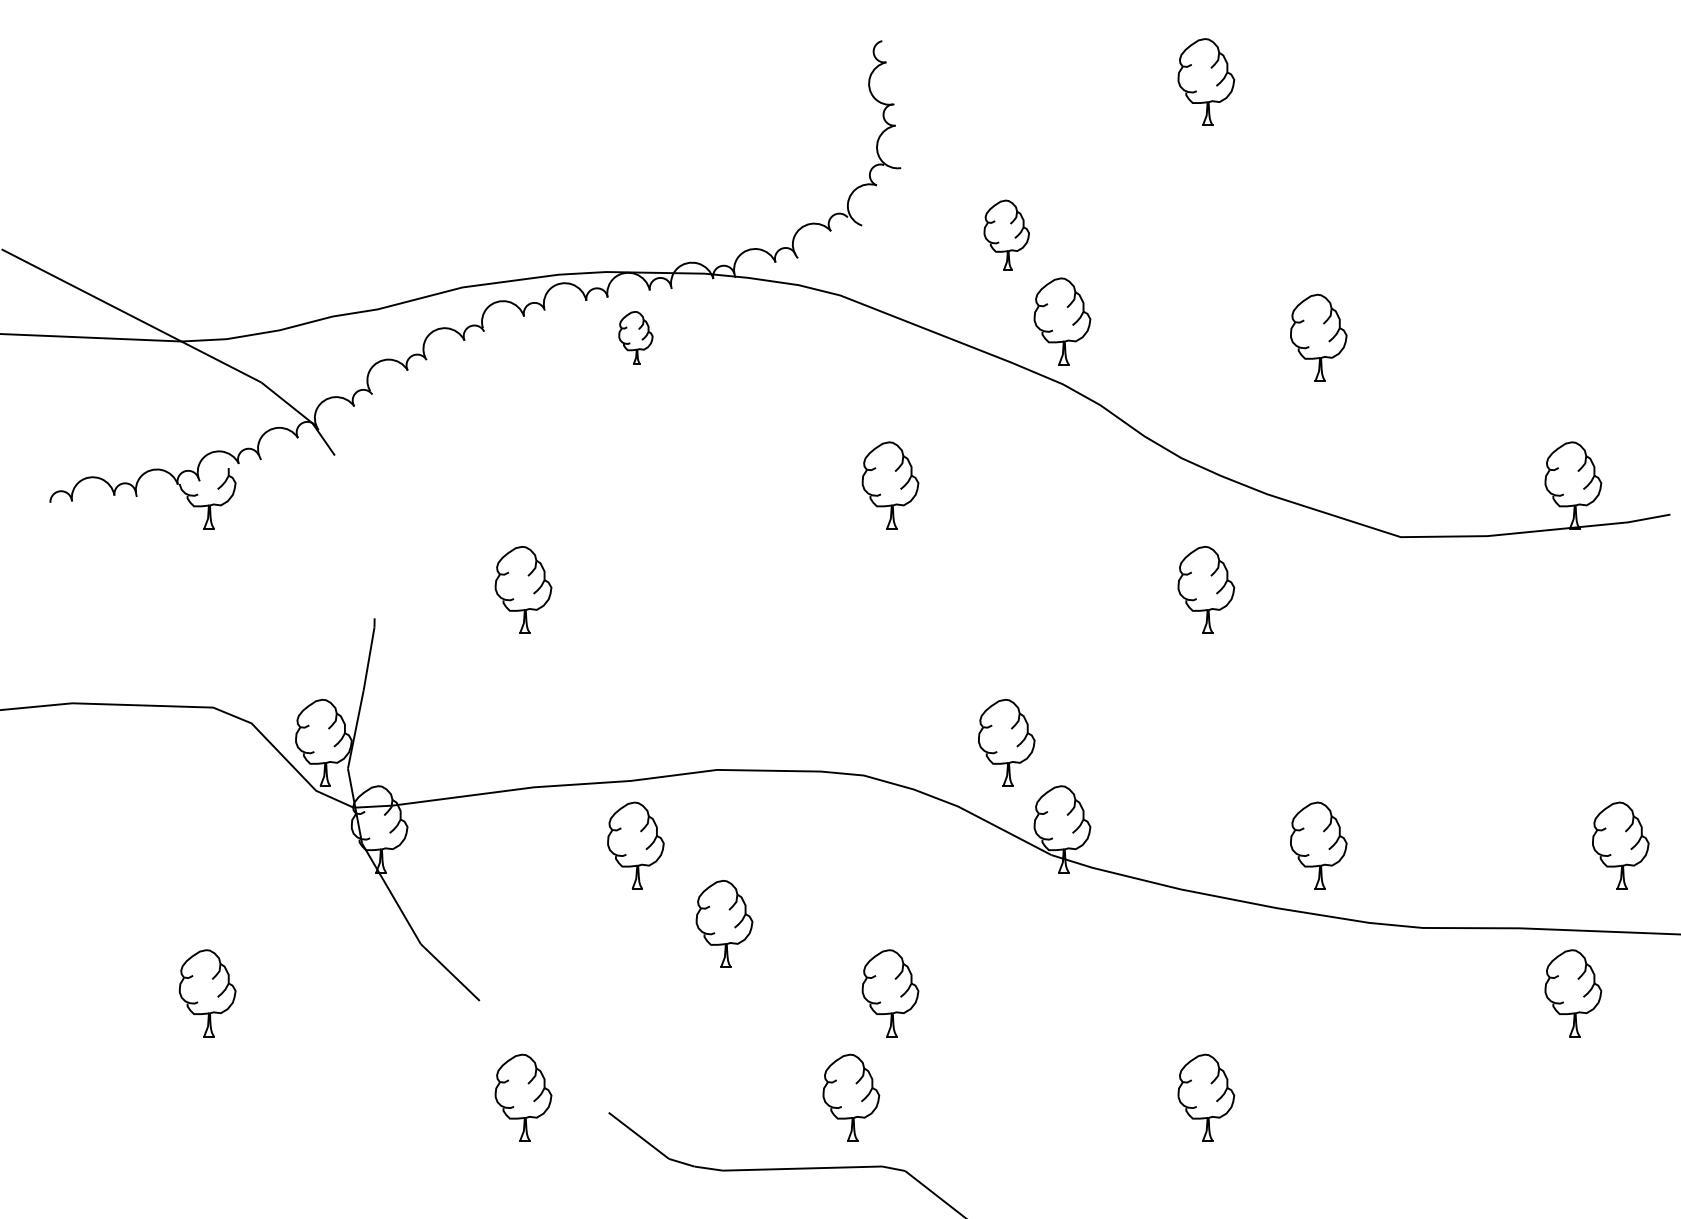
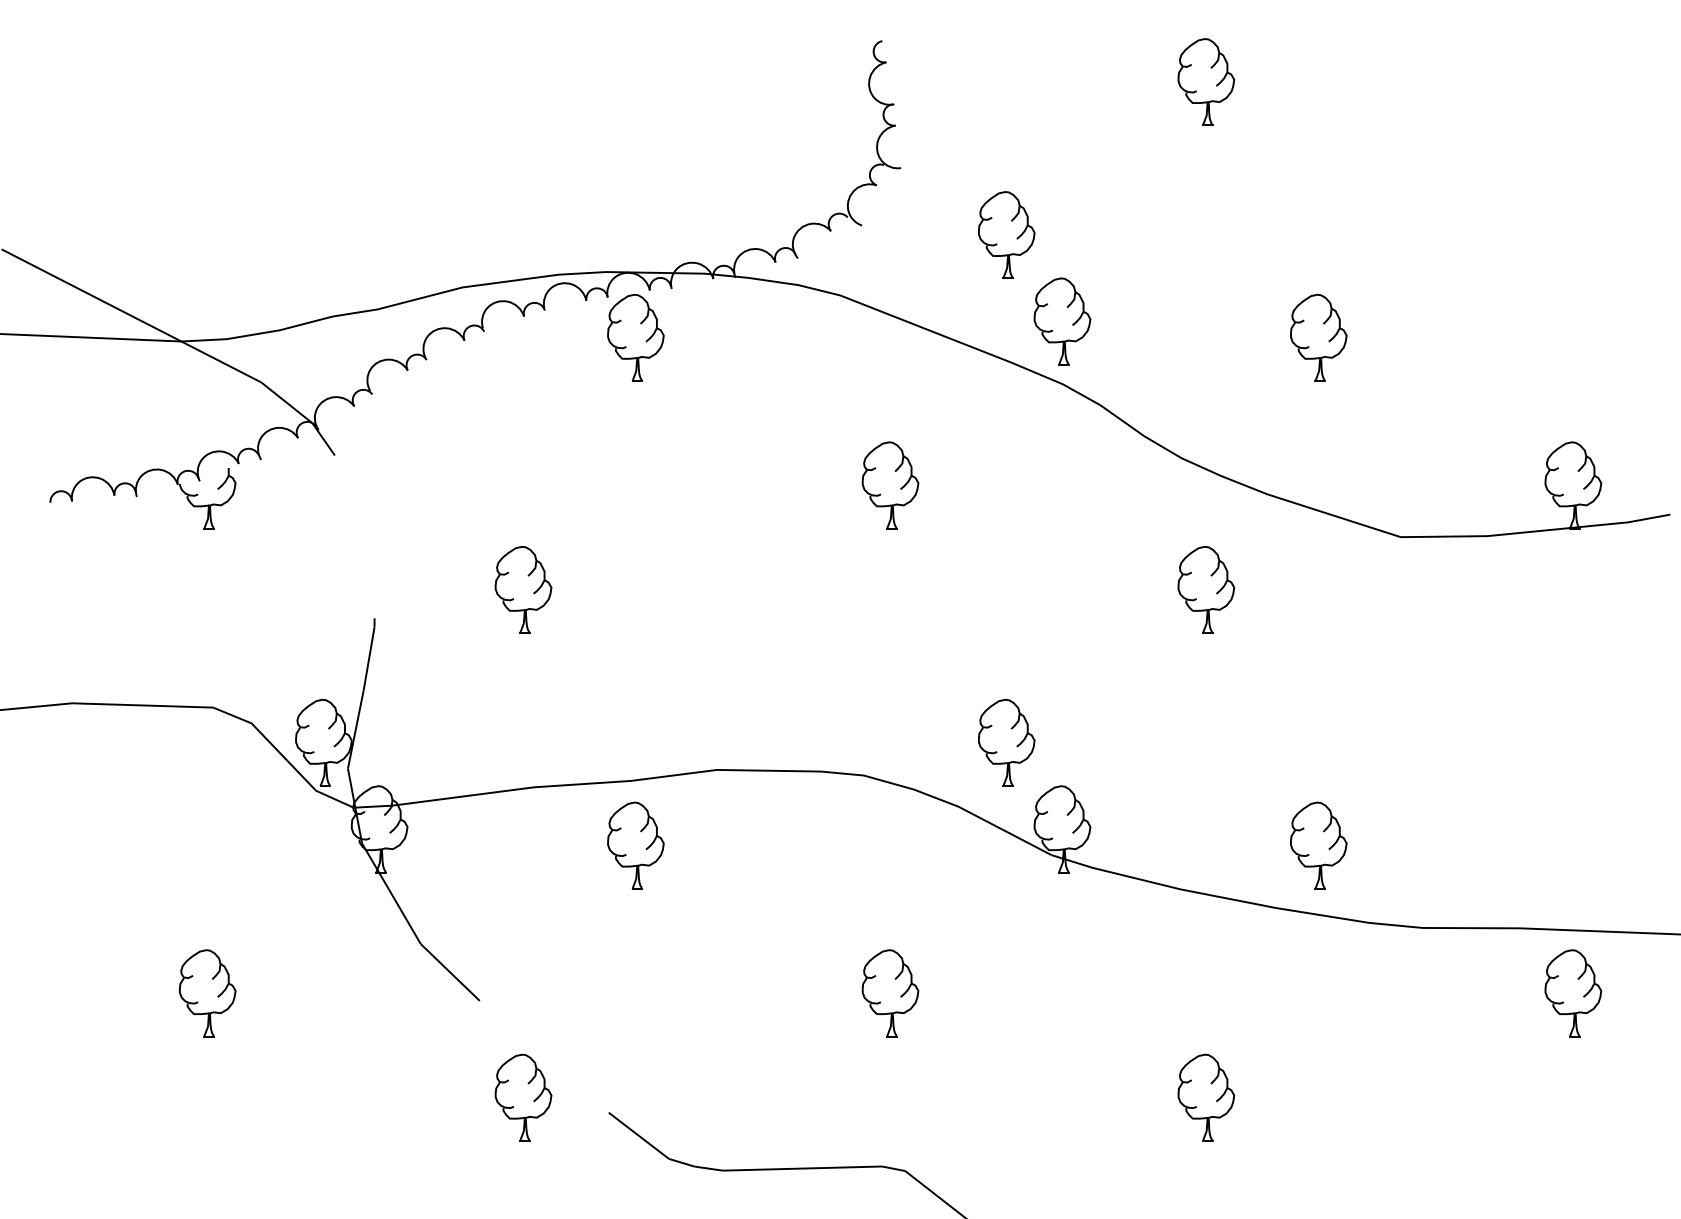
part at (1006, 234) size: 47x72 px -> 58x88 px
part at (635, 337) size: 36x54 px -> 58x89 px
part at (1620, 845): present -> none
part at (724, 923): present -> none
part at (851, 1097): present -> none
